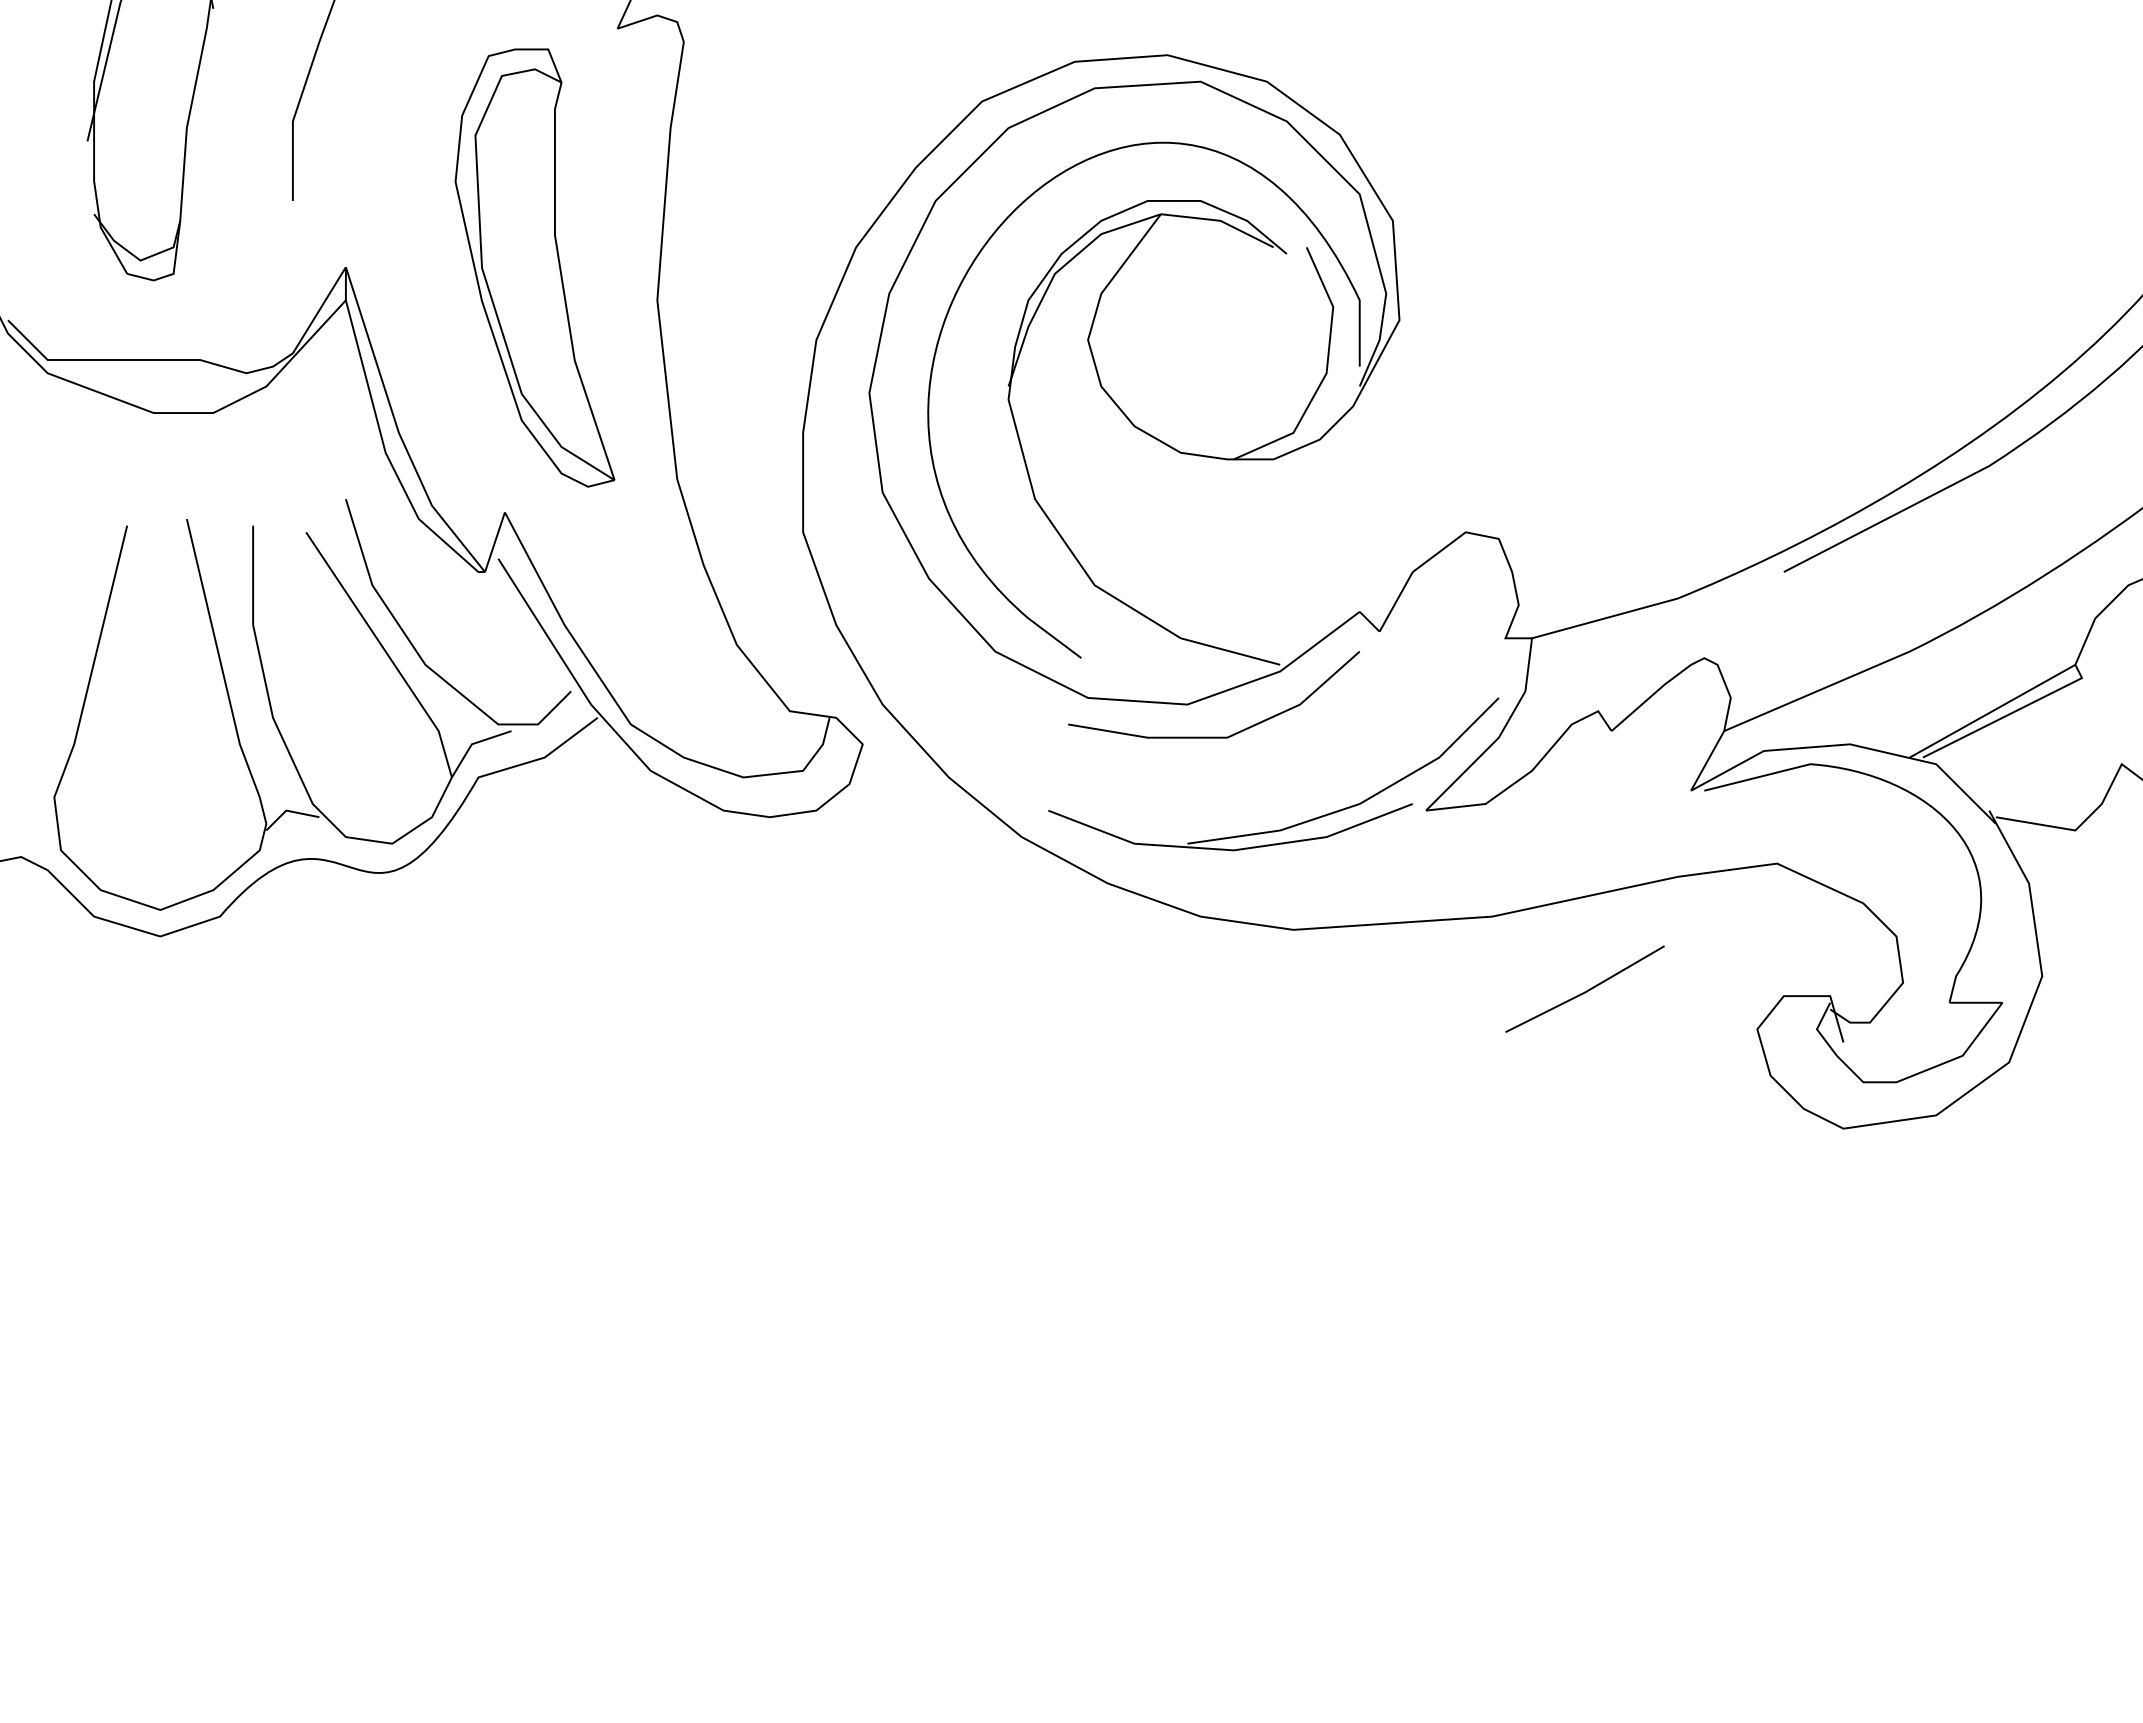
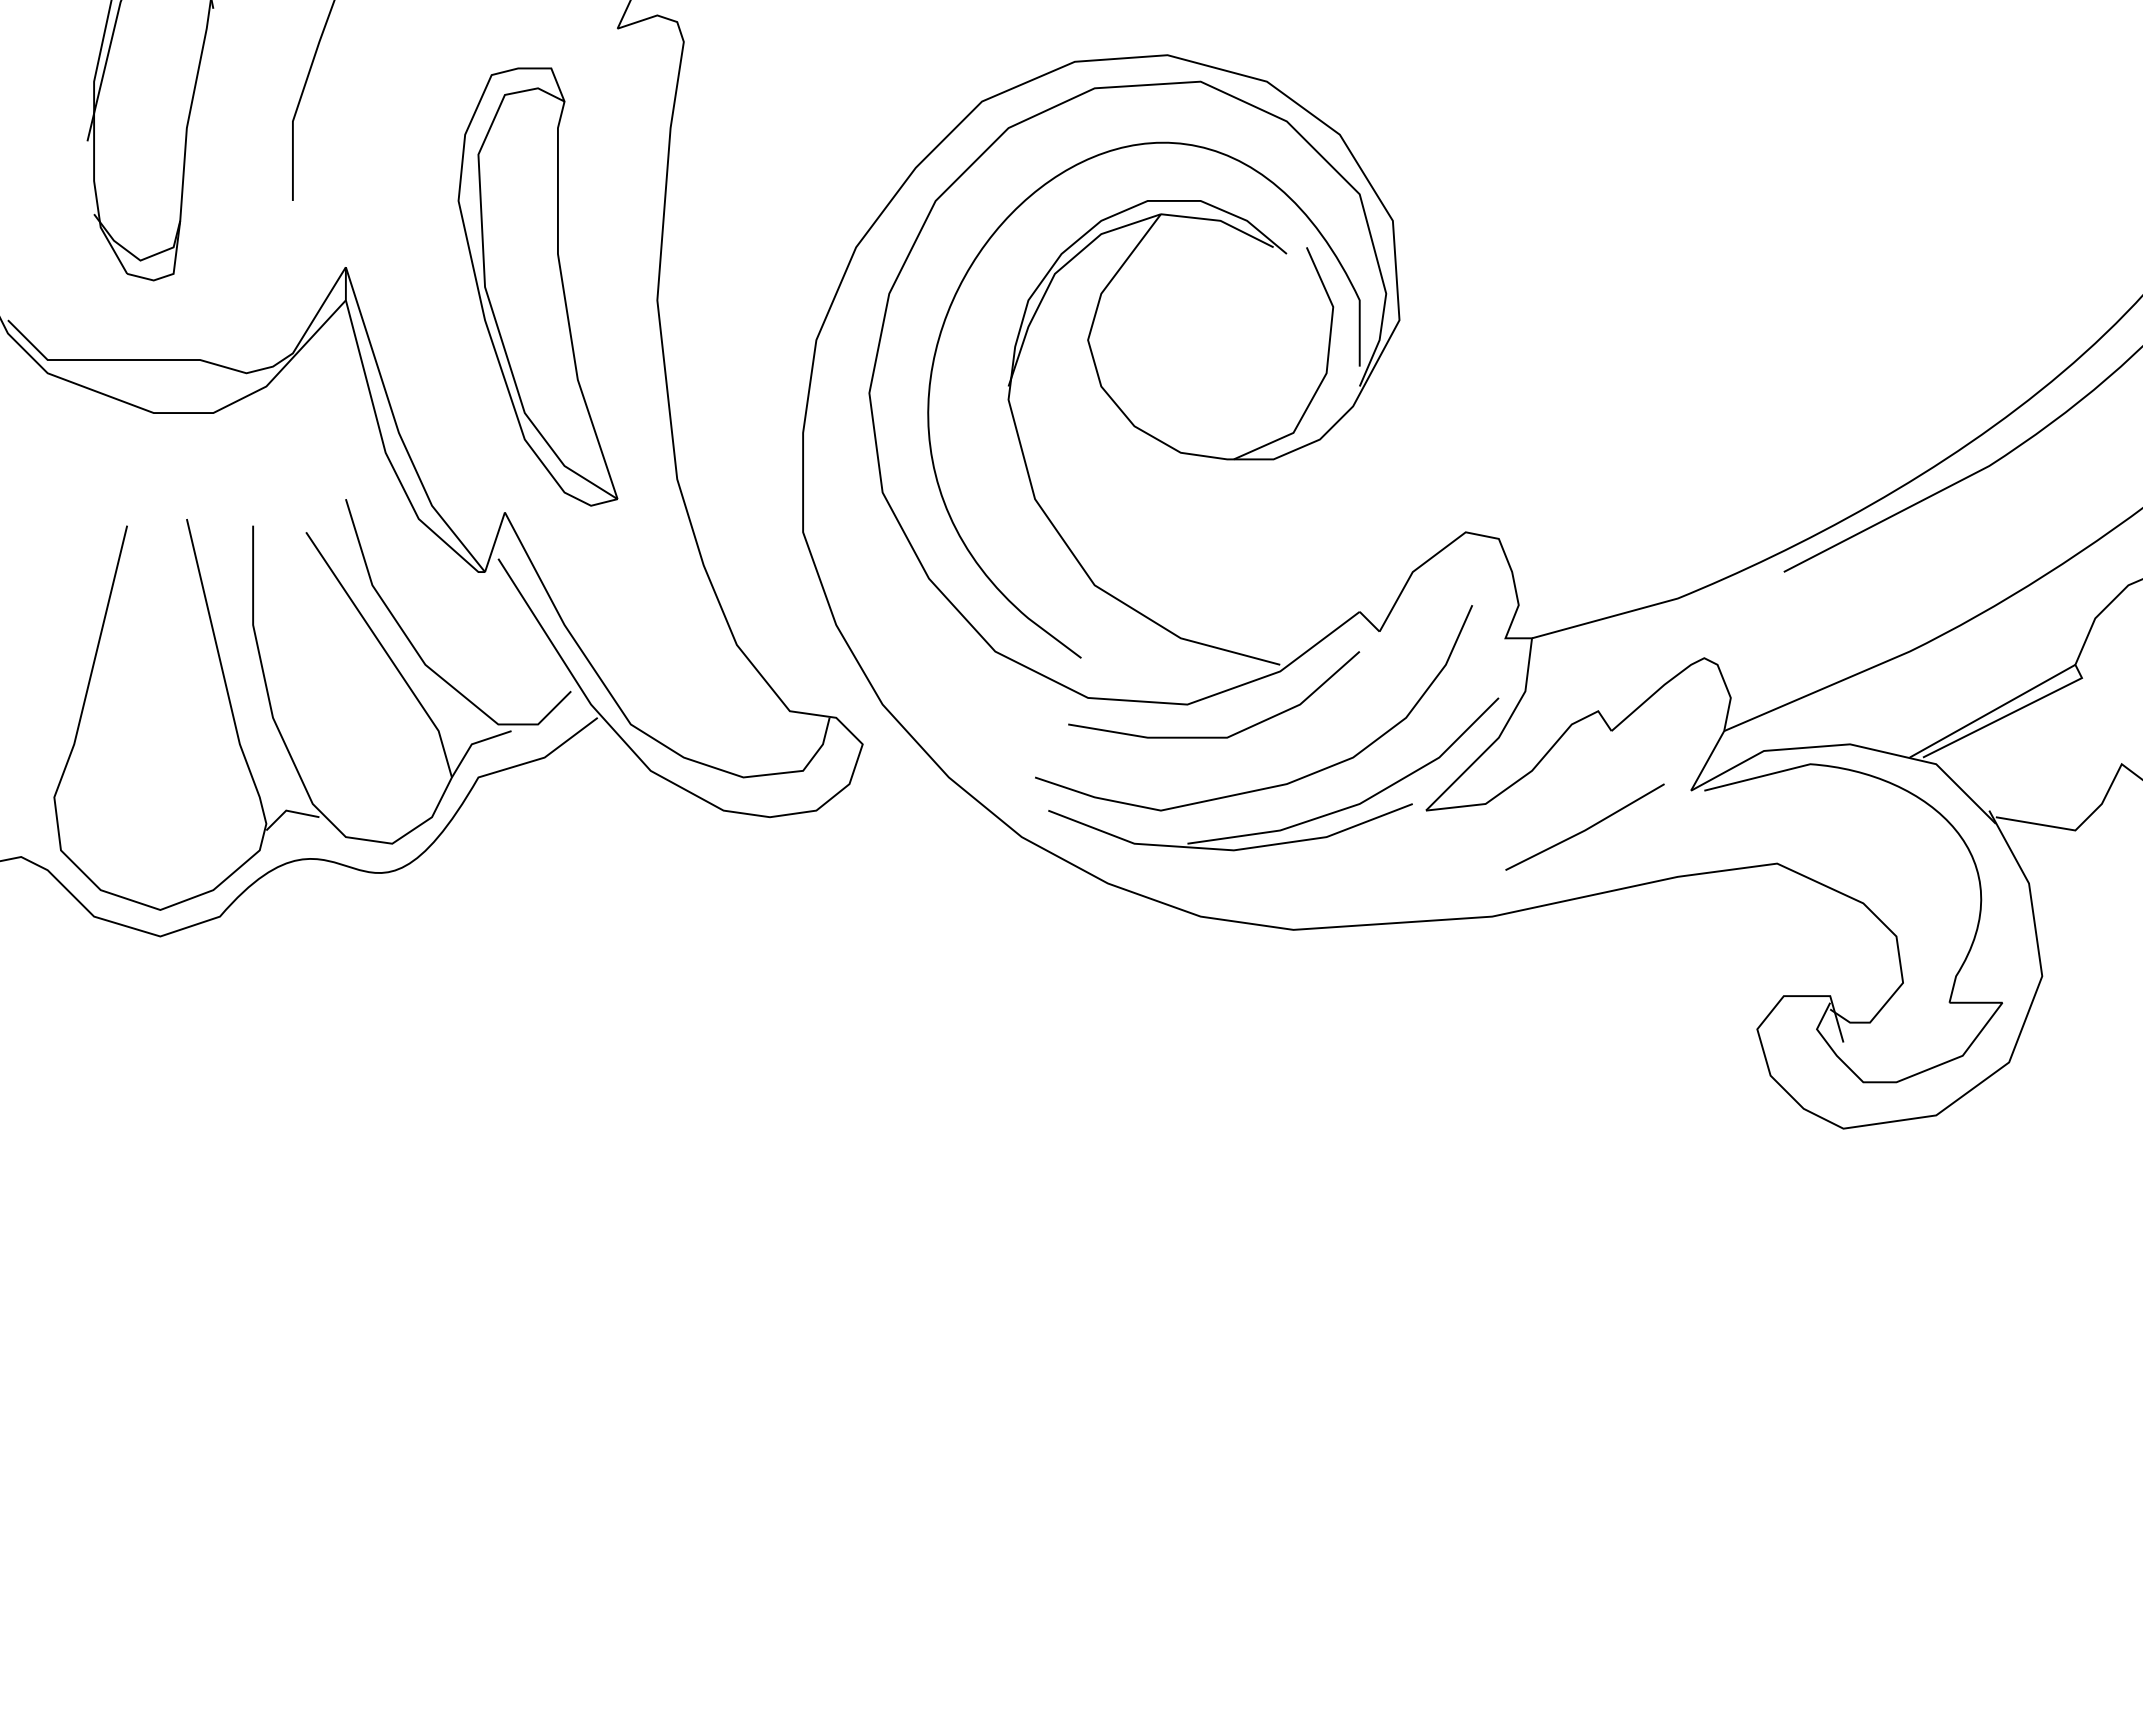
curve at (558, 265) position: (558, 265) -> (561, 284)
curve at (1269, 786): none -> present
curve at (1586, 990) position: (1586, 990) -> (1586, 828)
